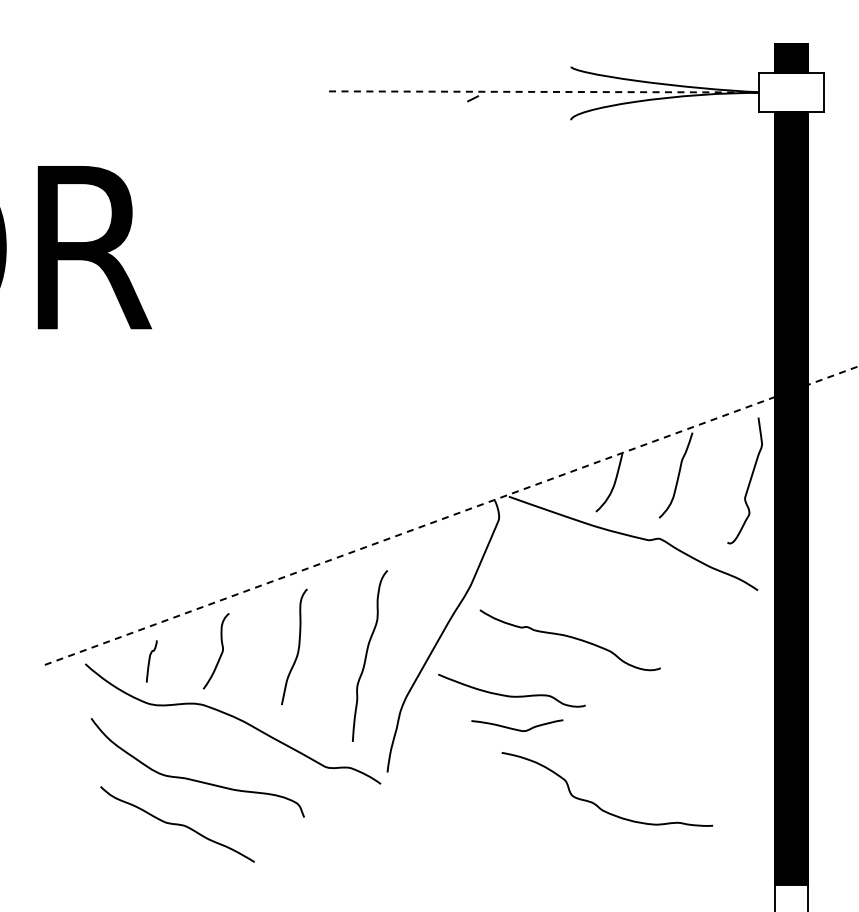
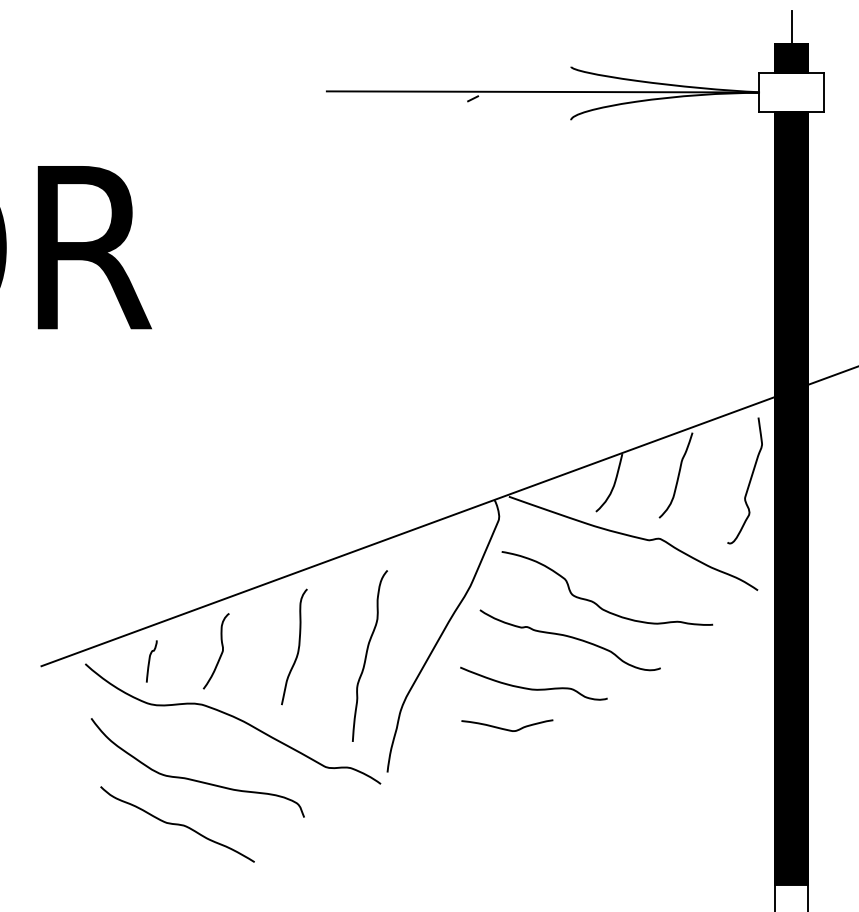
line at (791, 27): none -> present
line at (542, 91): dashed -> solid
line at (449, 516): dashed -> solid
curve at (511, 695) position: (511, 695) -> (533, 688)
curve at (516, 728) position: (516, 728) -> (506, 728)
curve at (597, 804) position: (597, 804) -> (597, 603)
